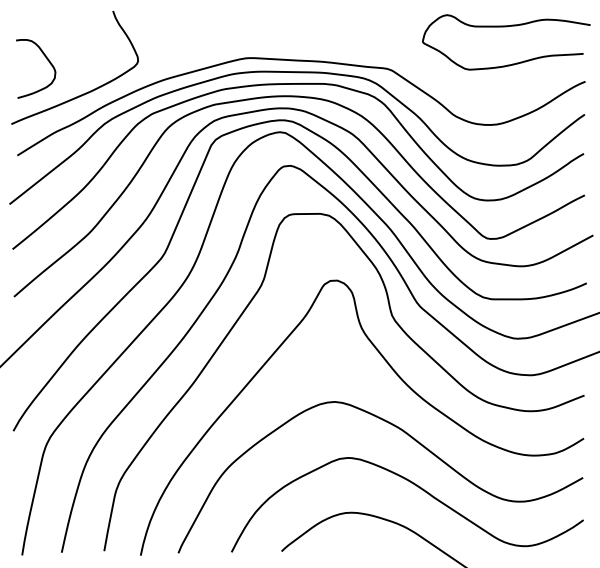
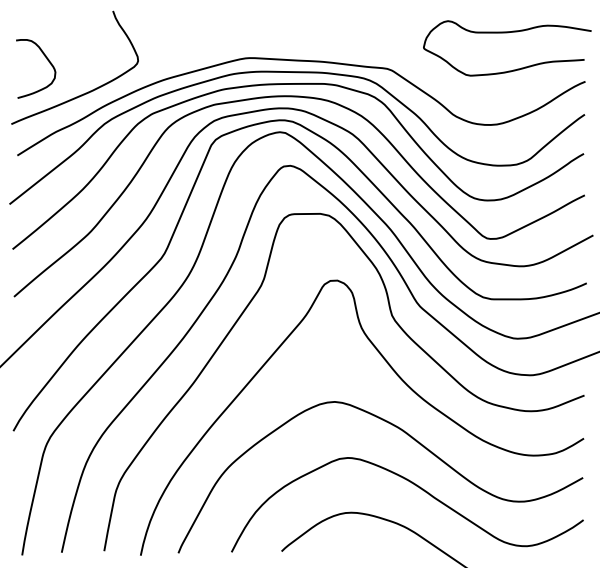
curve at (506, 27) position: (506, 27) -> (507, 33)
